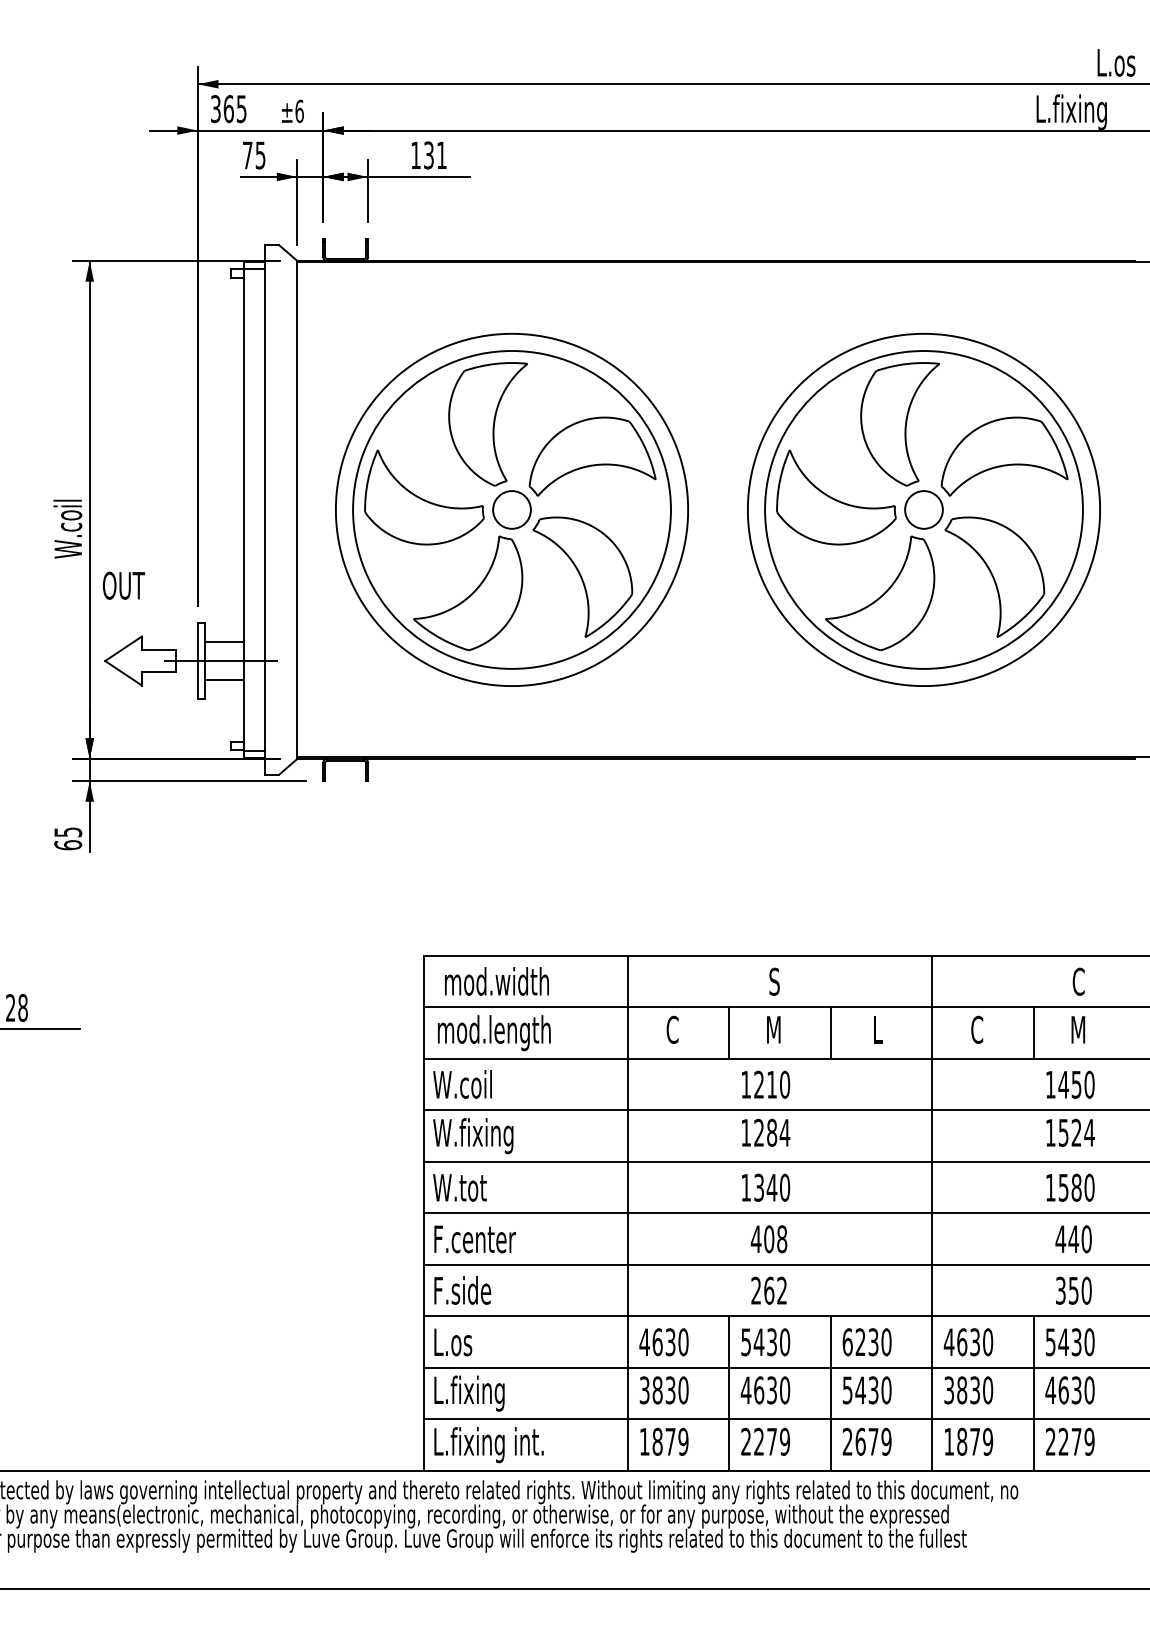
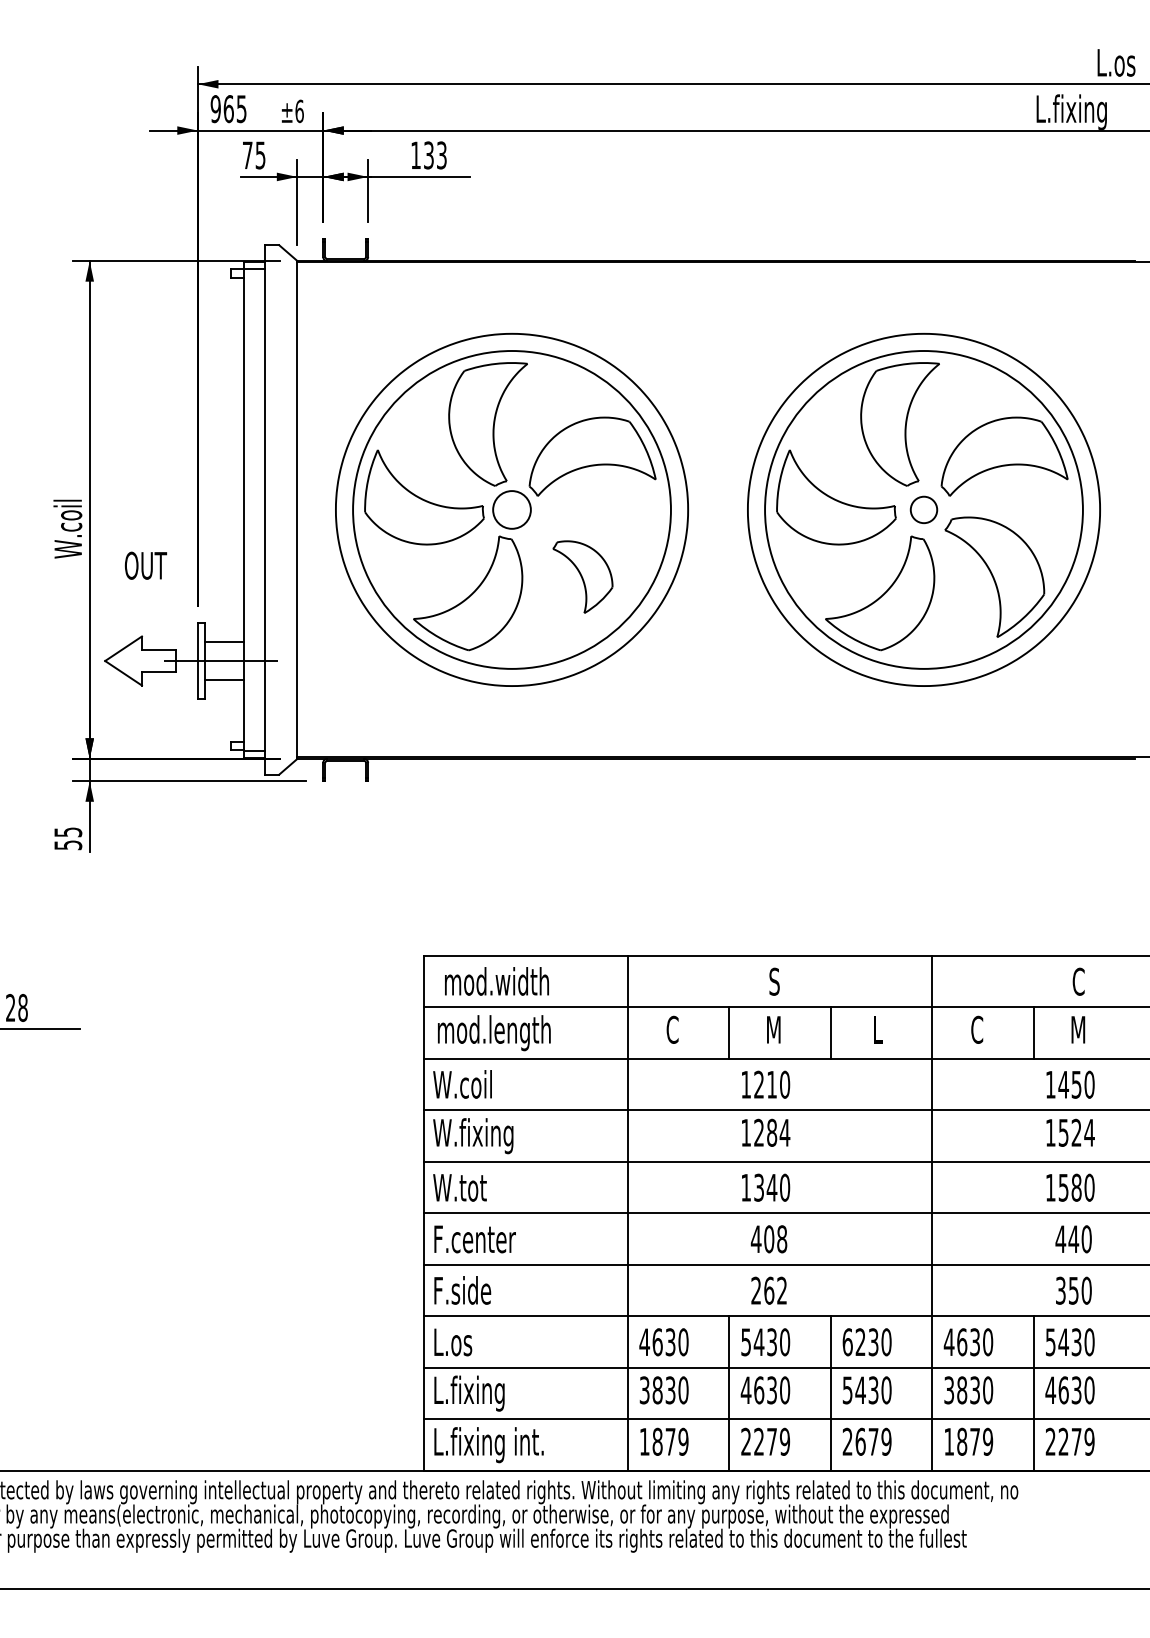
text at (215, 108): 365 -> 965
text at (441, 155): 131 -> 133
circle at (923, 509) diameter: 38 px -> 26 px
part at (582, 576) size: 102x122 px -> 62x74 px
text at (123, 585) position: (123, 585) -> (145, 565)
text at (68, 845): 65 -> 55
